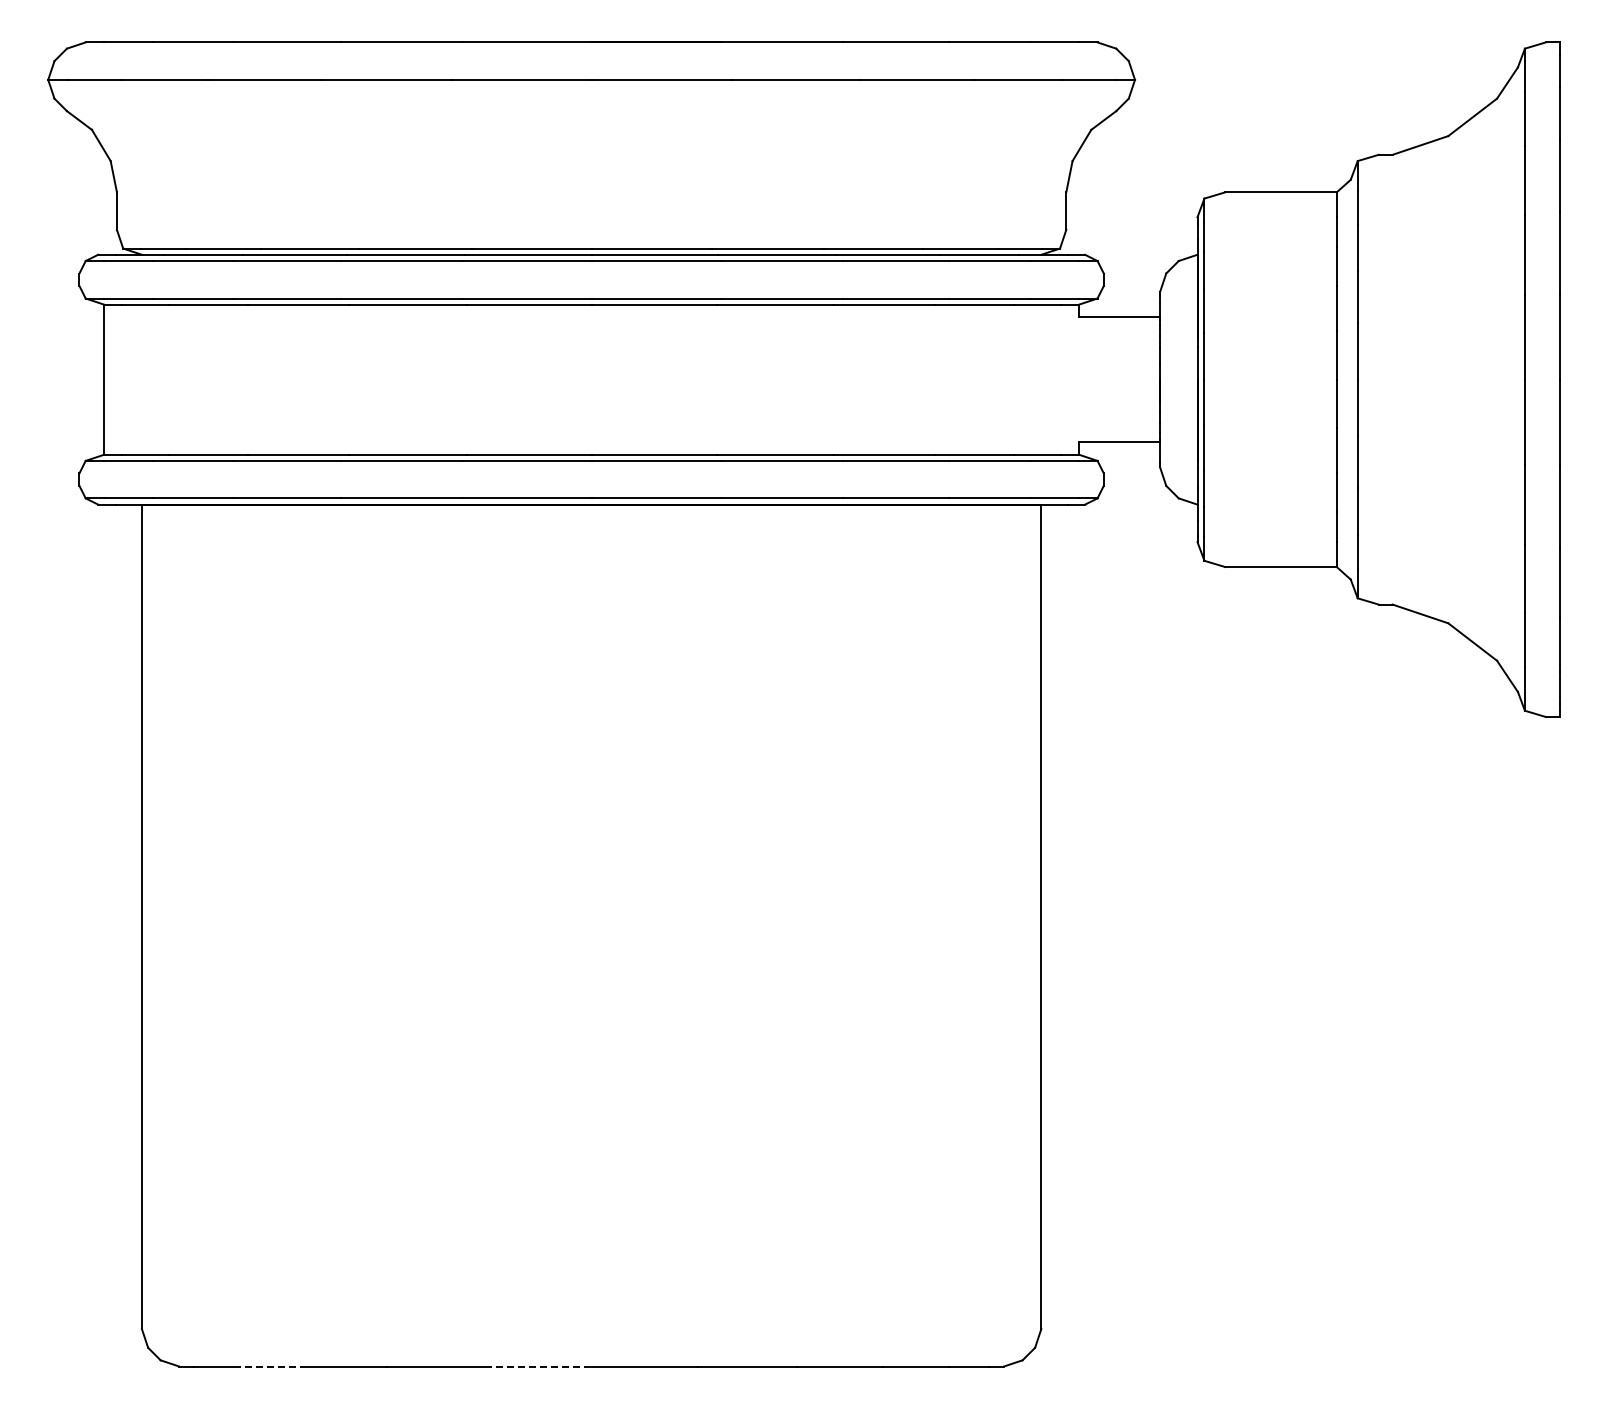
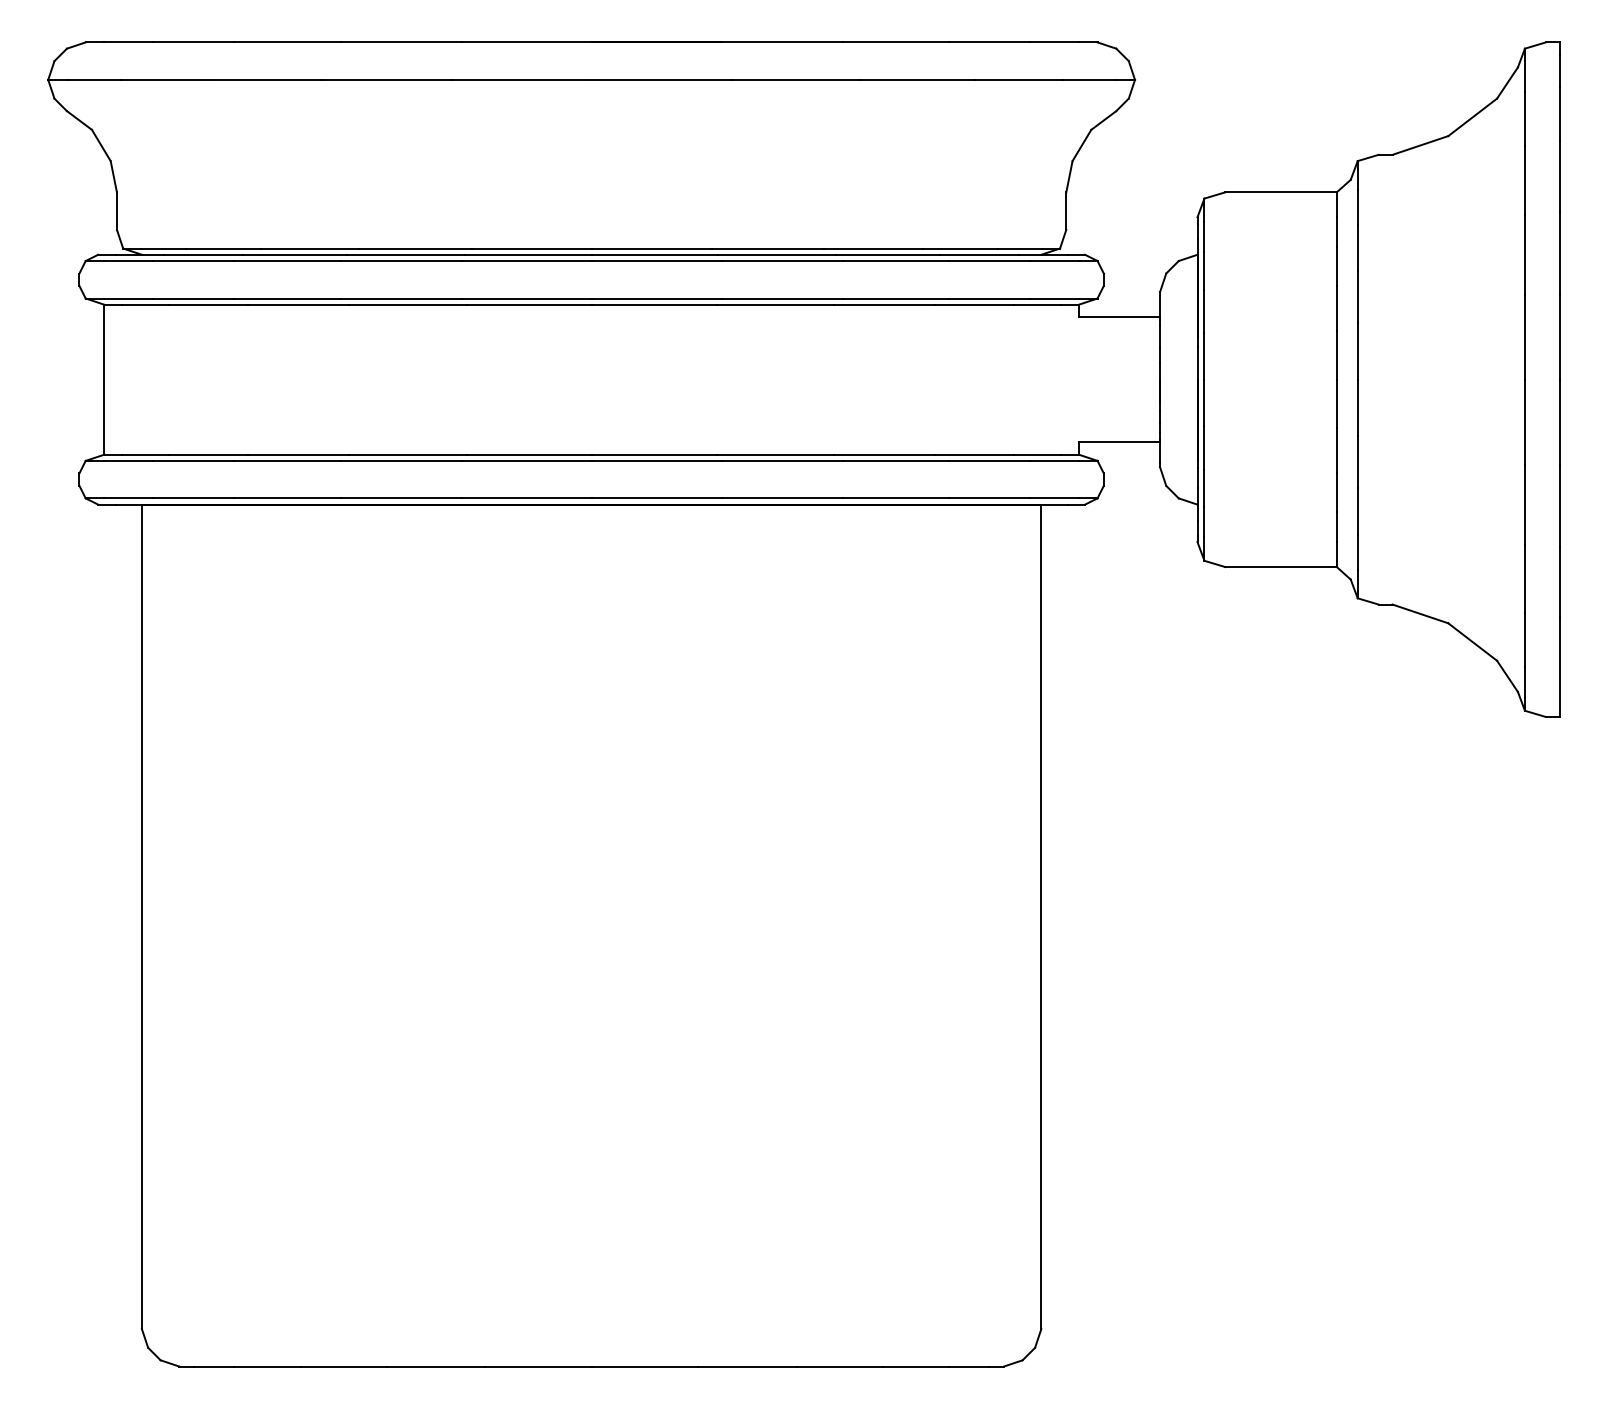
line at (267, 1366): dashed -> solid
line at (539, 1366): dashed -> solid
